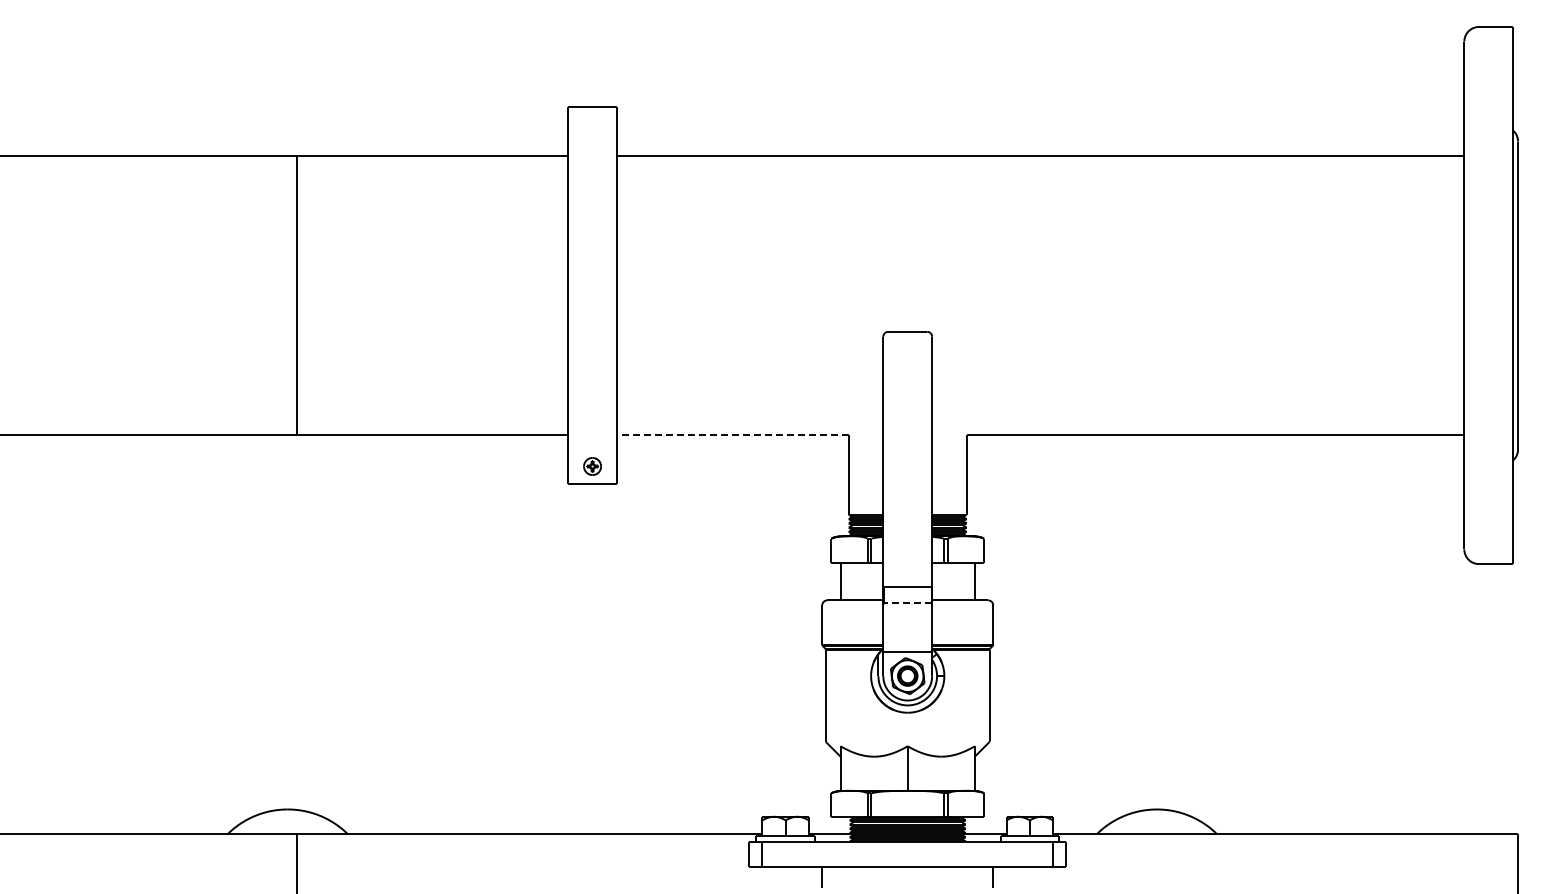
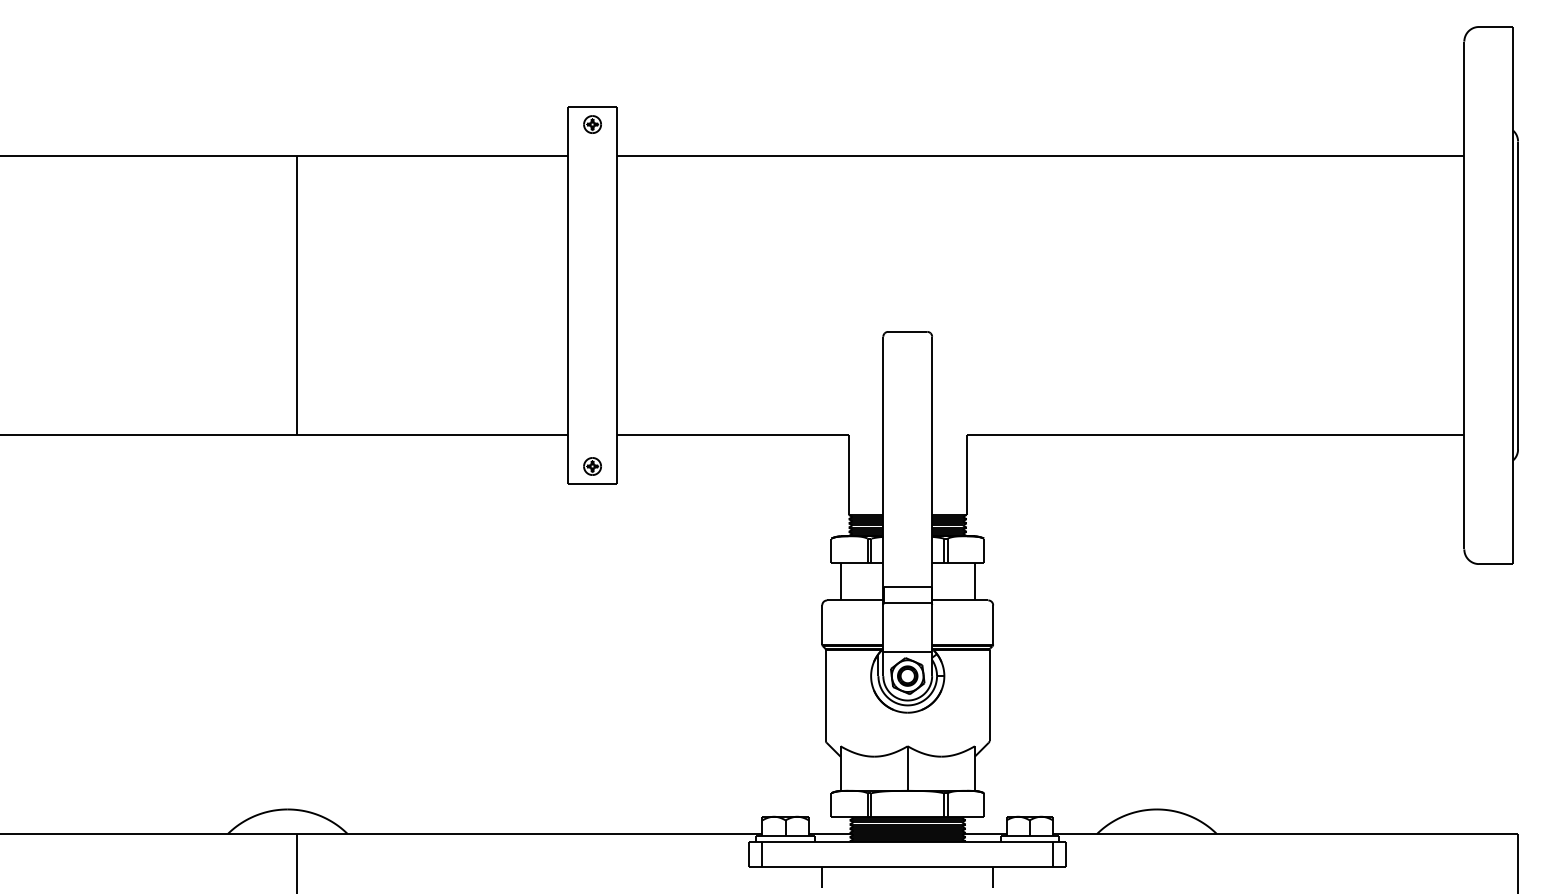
part at (592, 124): none -> present
line at (732, 435): dashed -> solid
line at (907, 602): dashed -> solid
